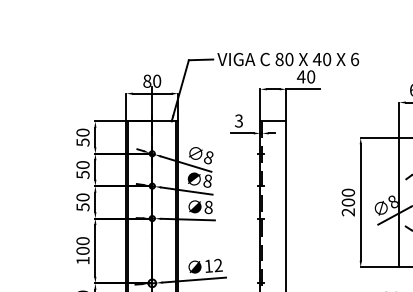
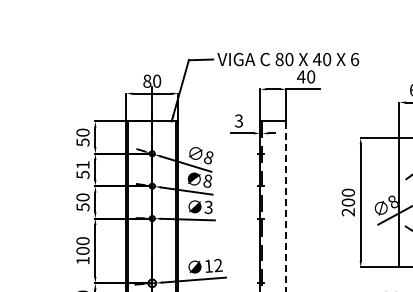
text at (82, 164): 50 -> 51
text at (208, 206): 8 -> 3
line at (286, 206): solid -> dashed
